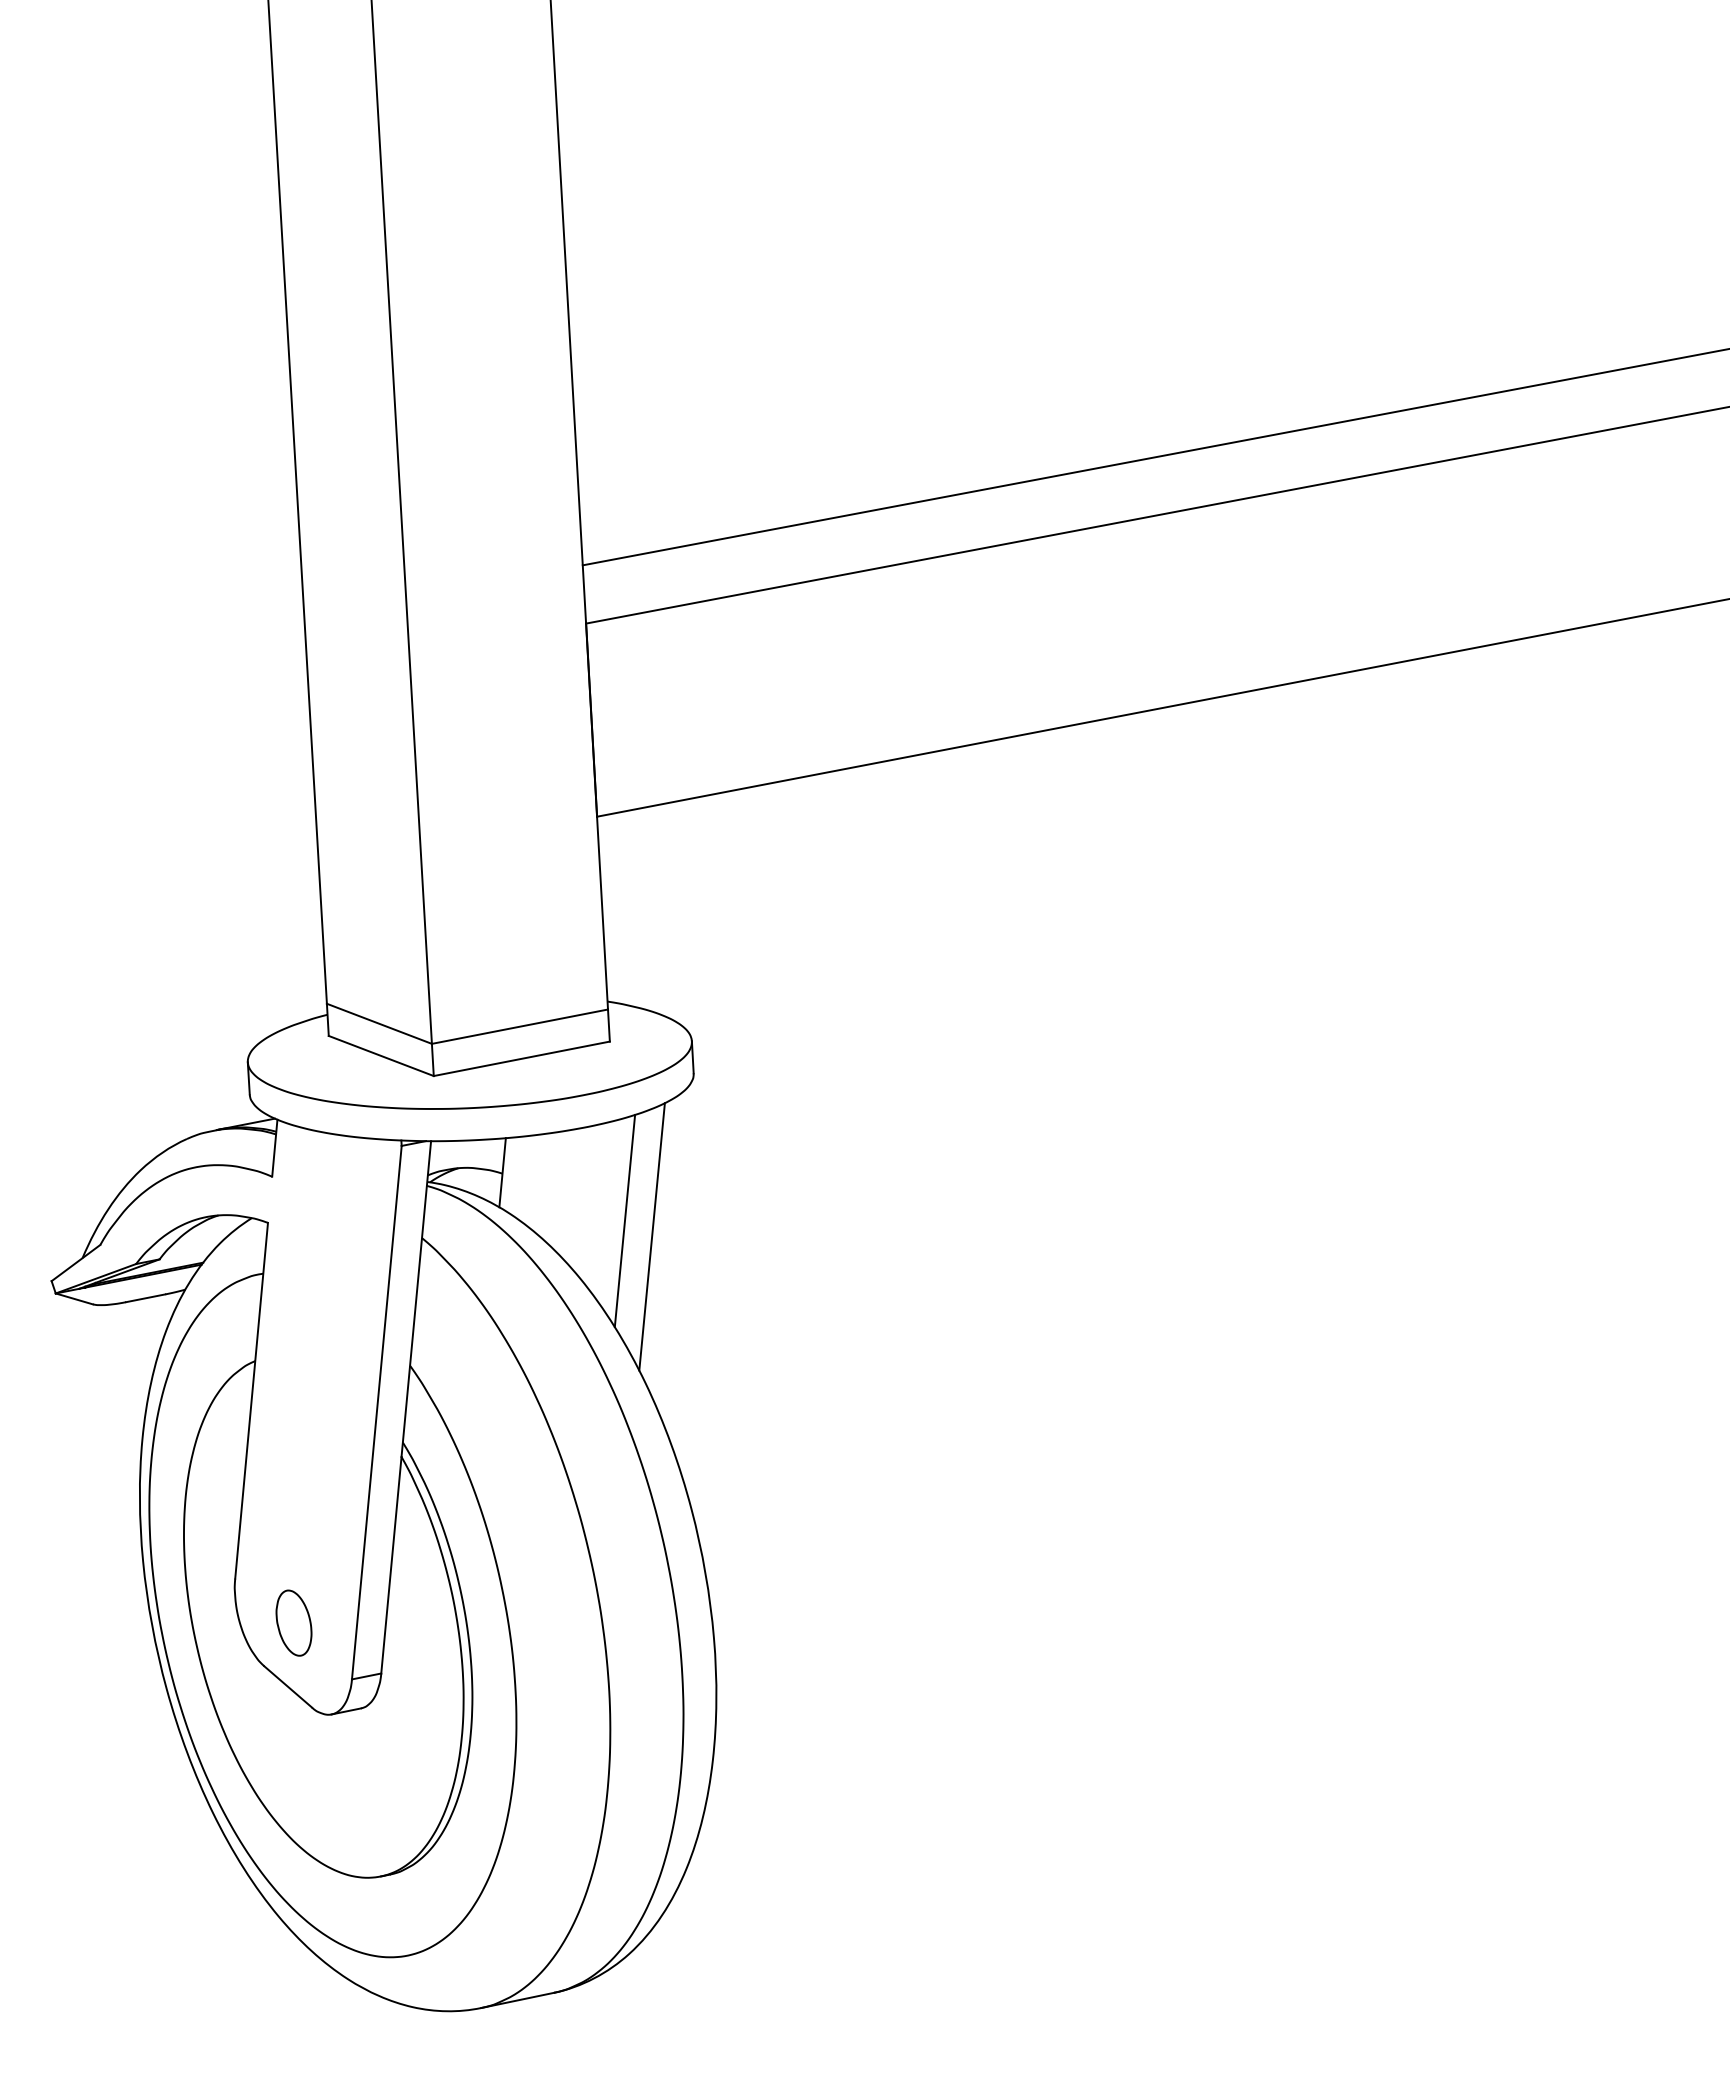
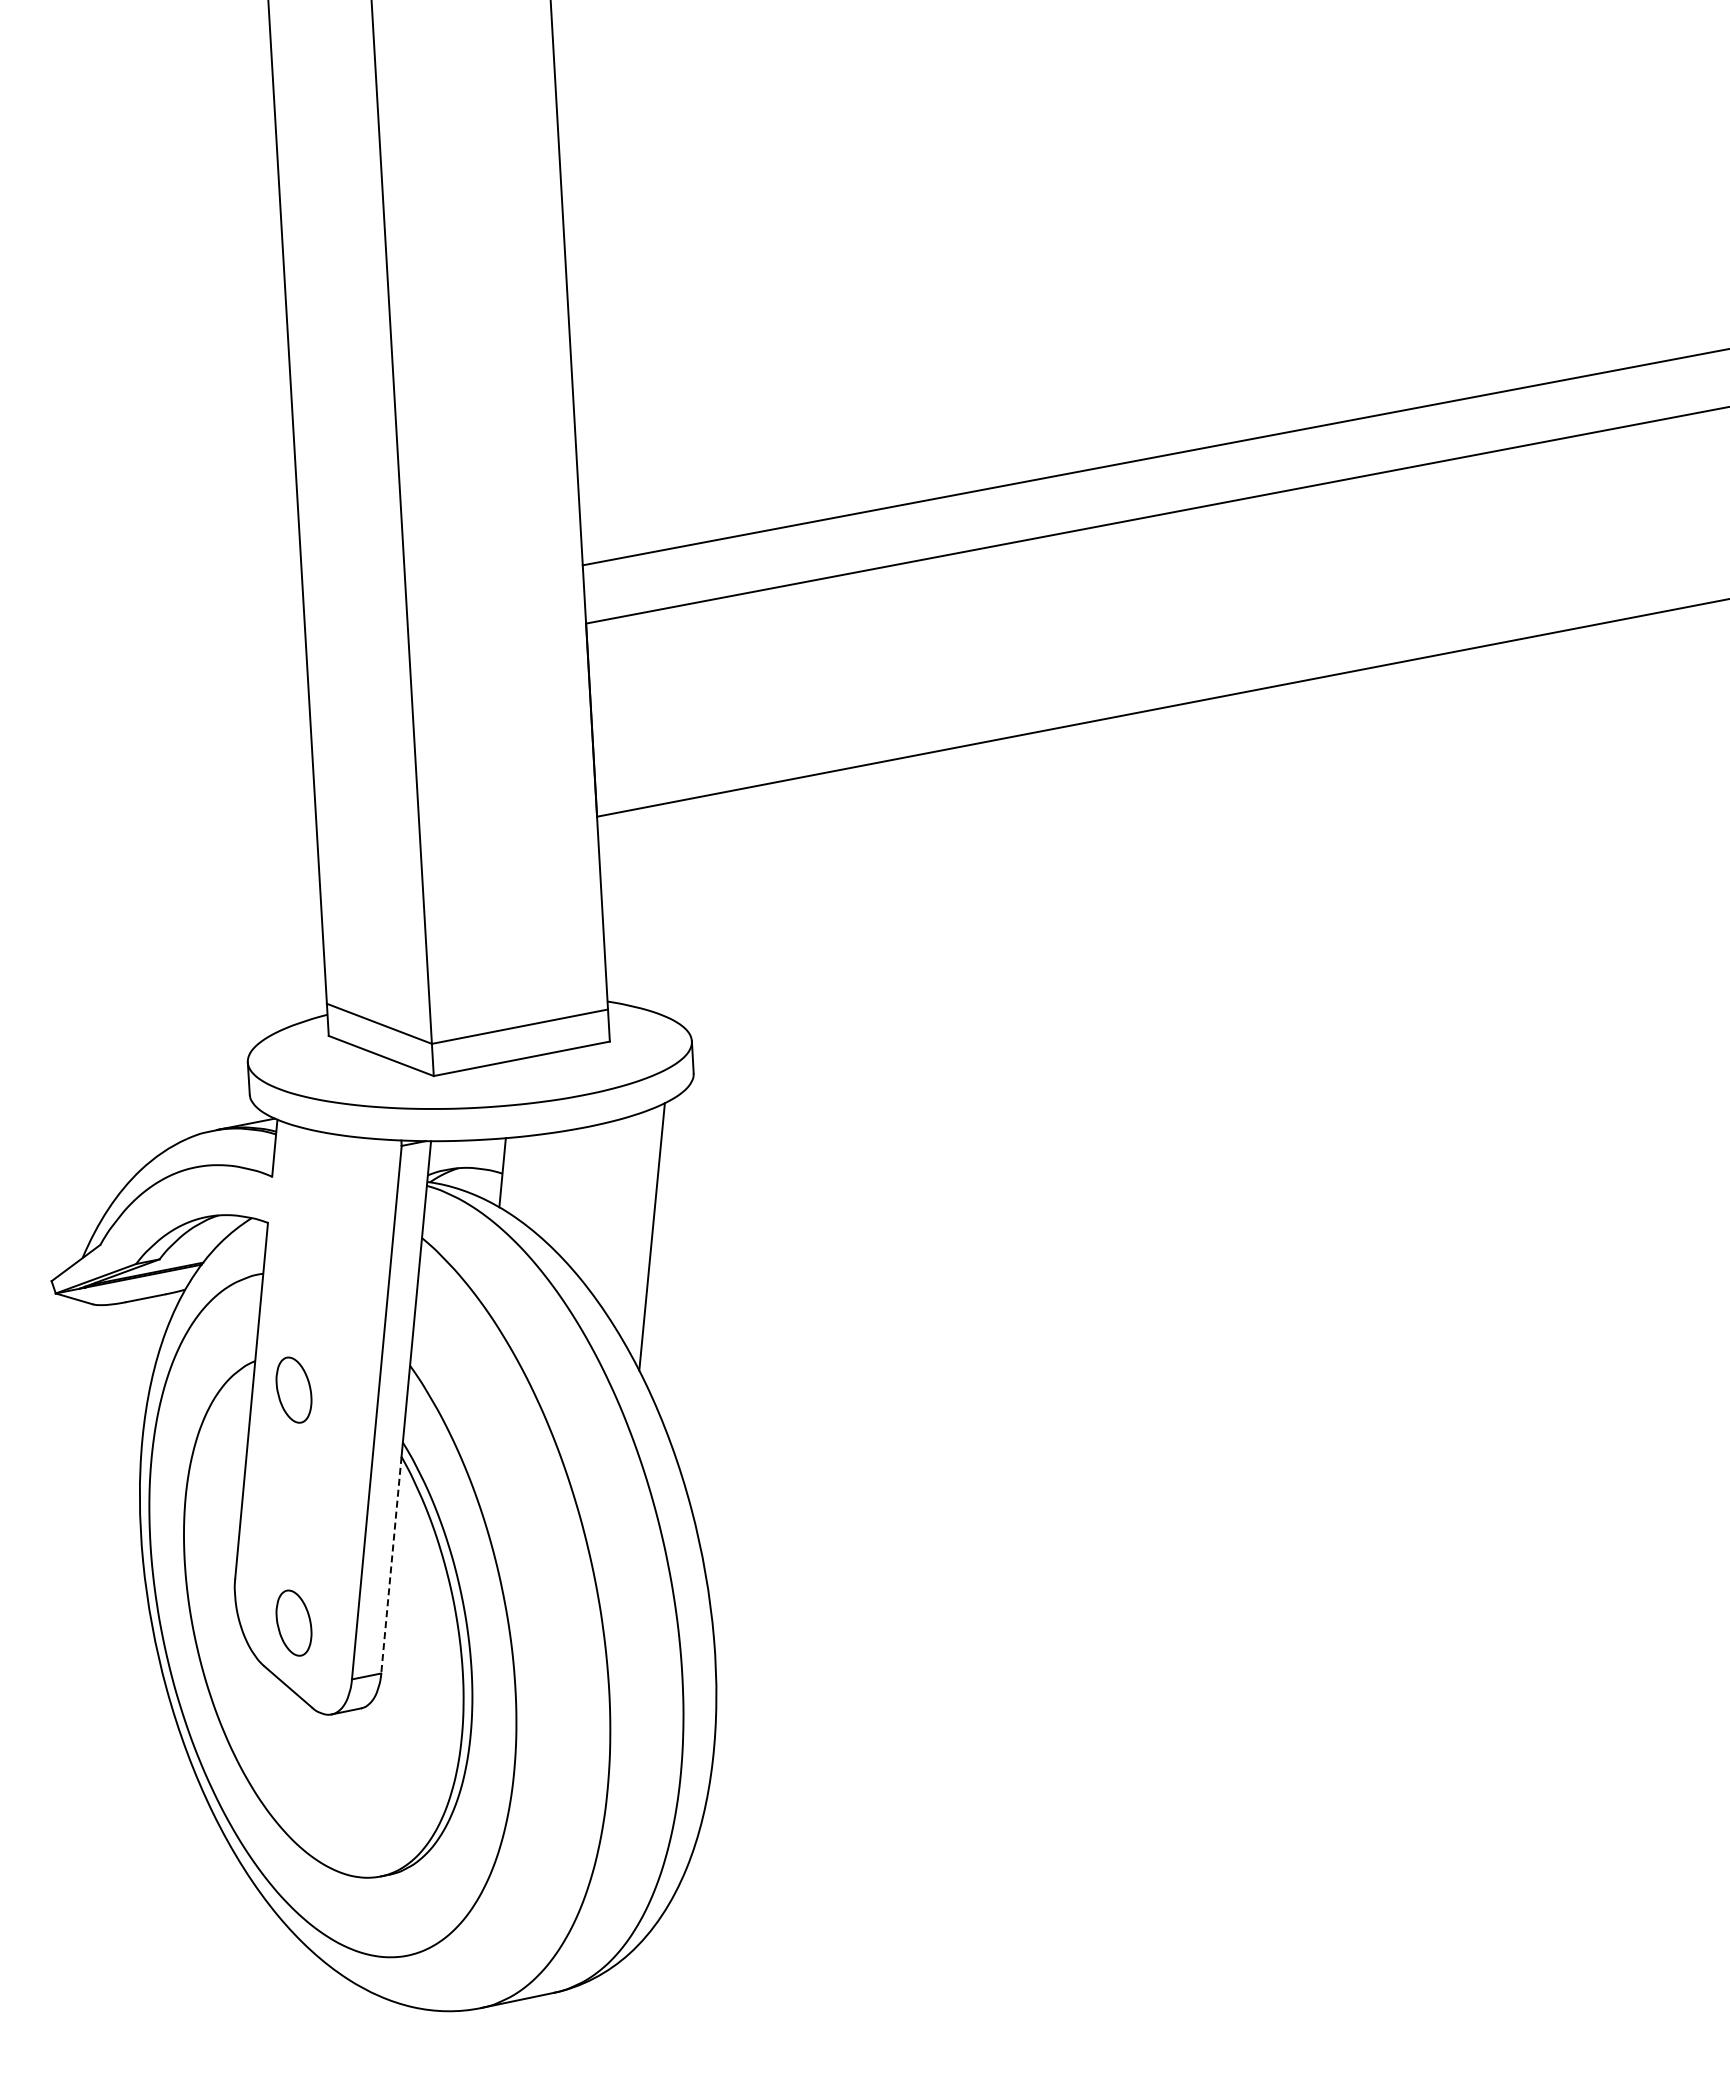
line at (624, 1220): present -> none
part at (293, 1389): none -> present
line at (391, 1565): solid -> dashed
